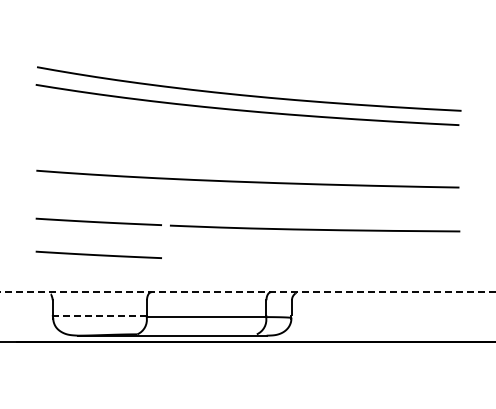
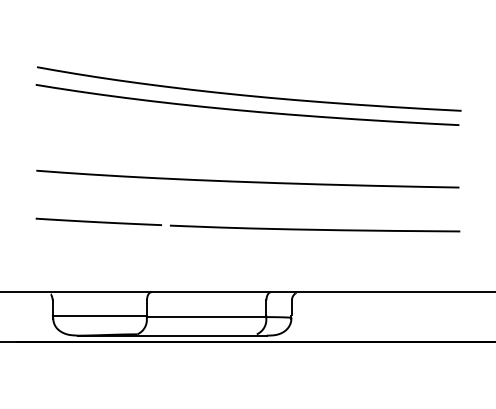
line at (98, 254): present -> none
line at (247, 292): dashed -> solid
line at (99, 316): dashed -> solid
